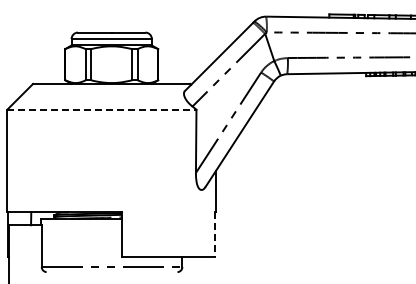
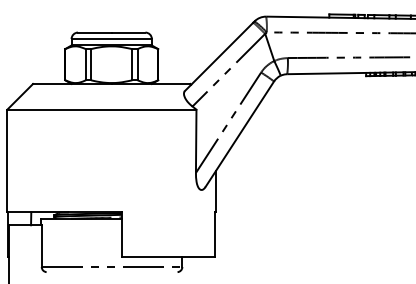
line at (101, 109): dashed -> solid
line at (215, 235): dashed -> solid
